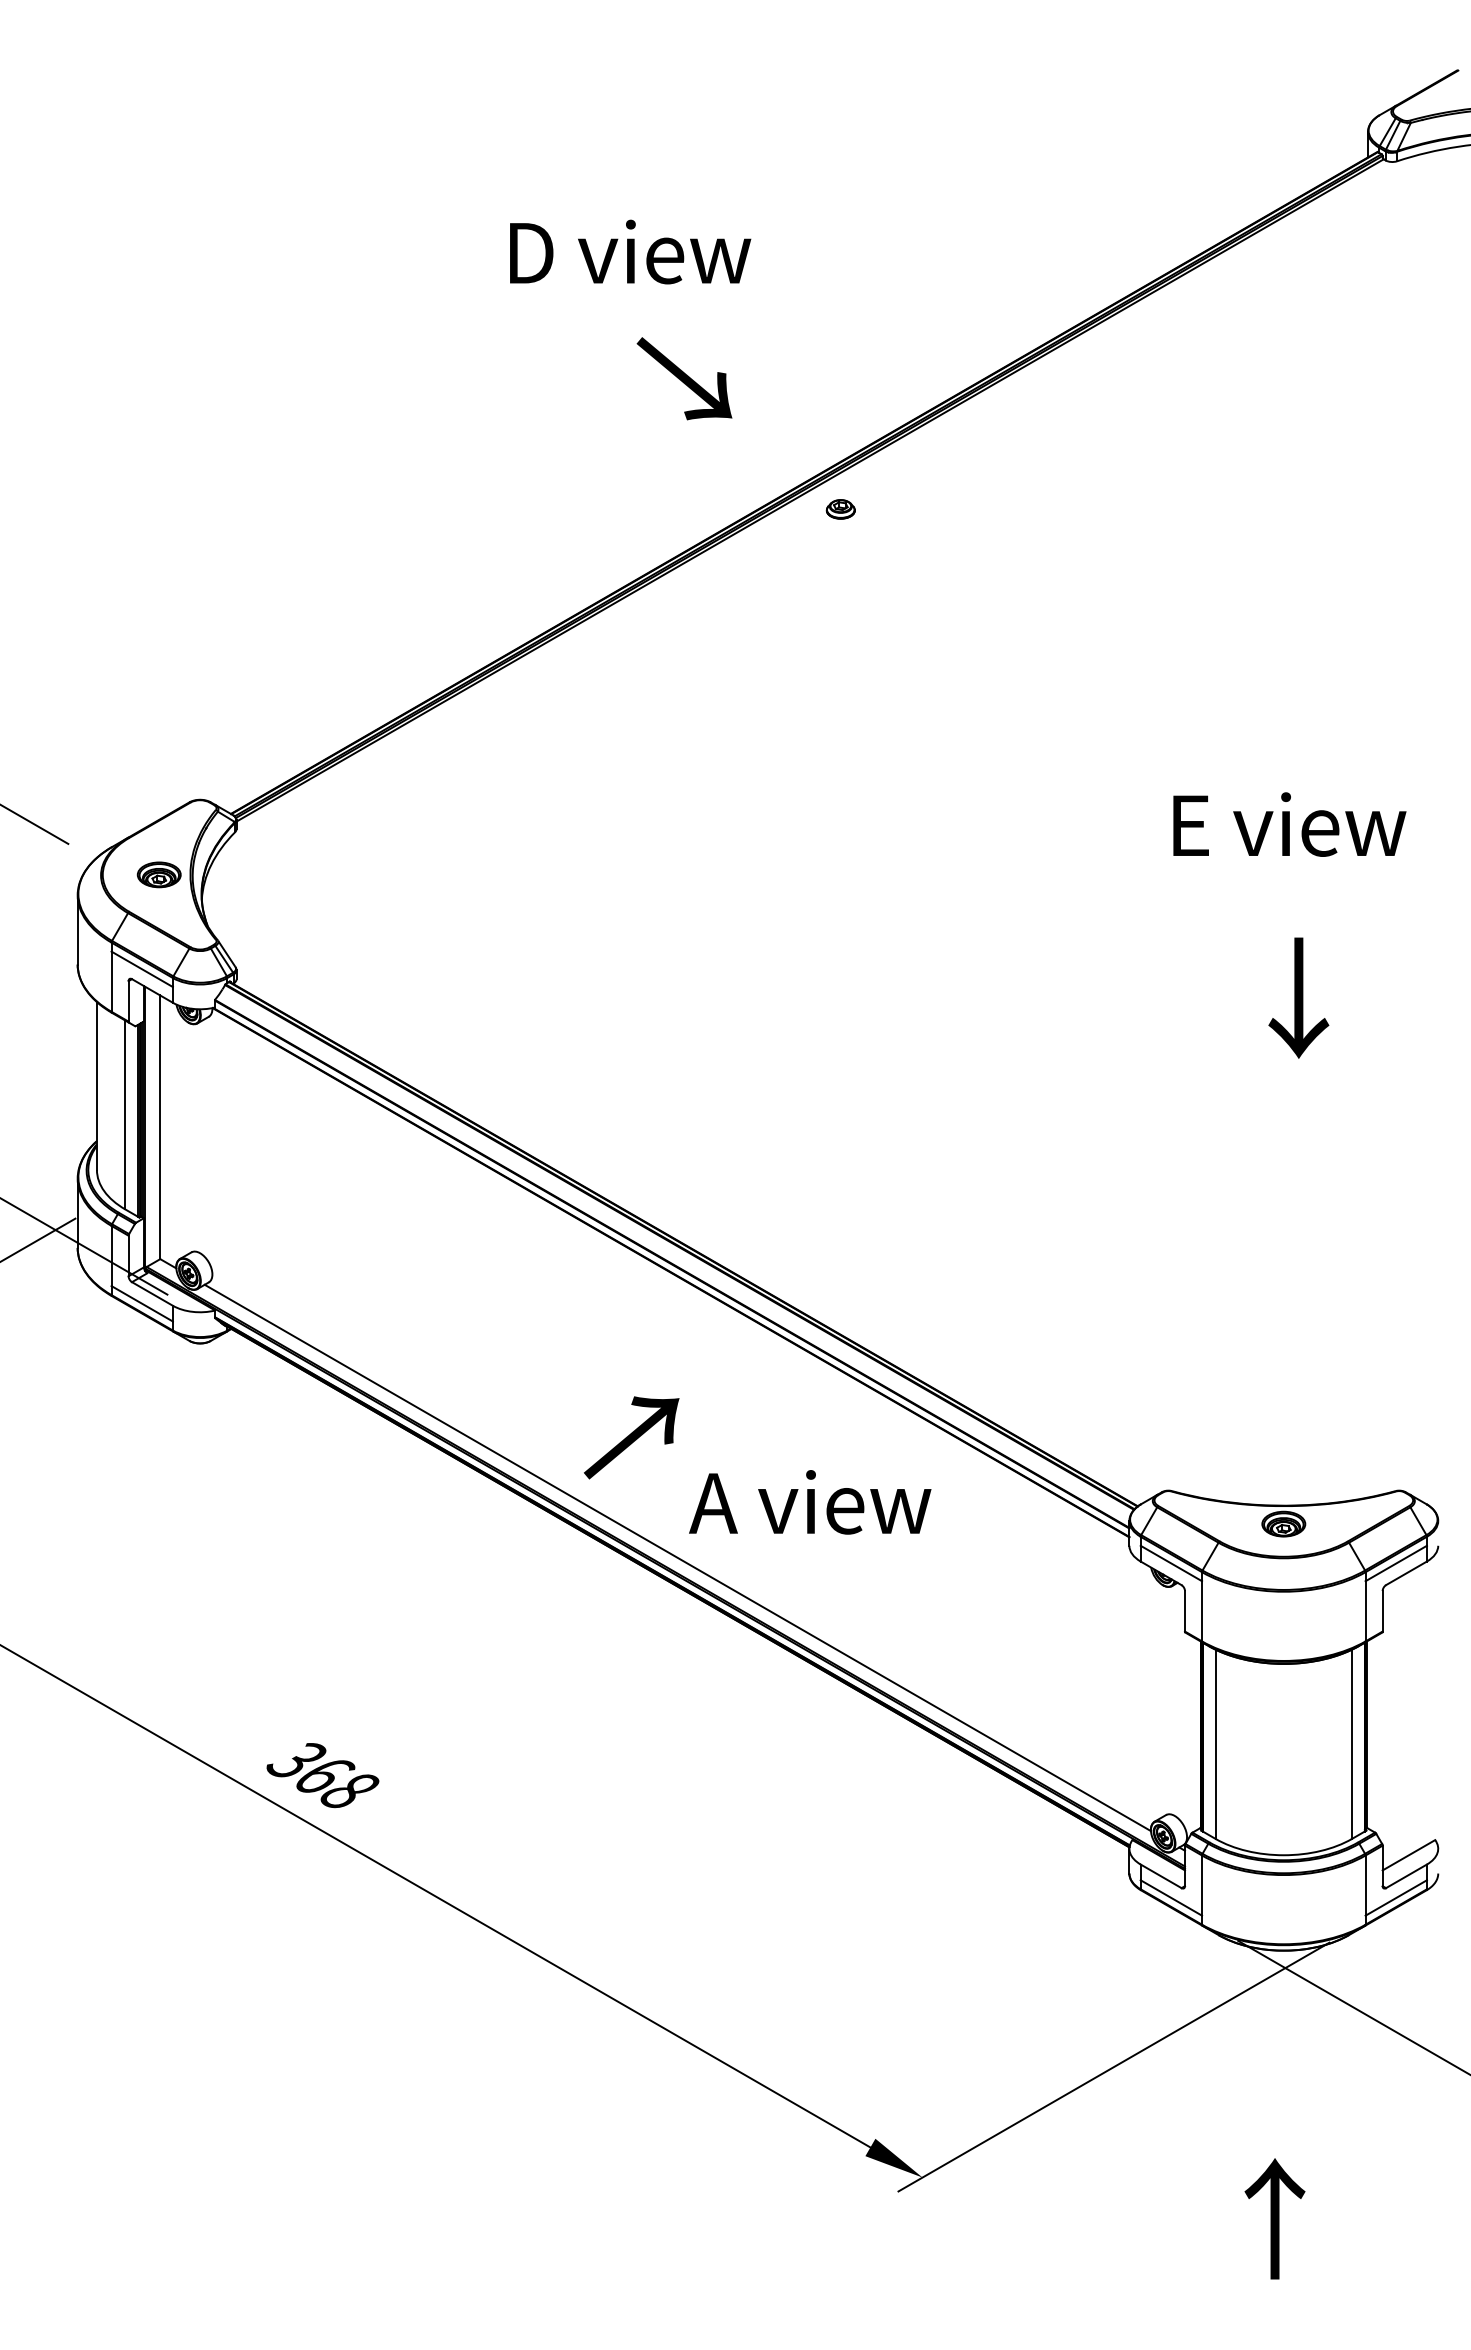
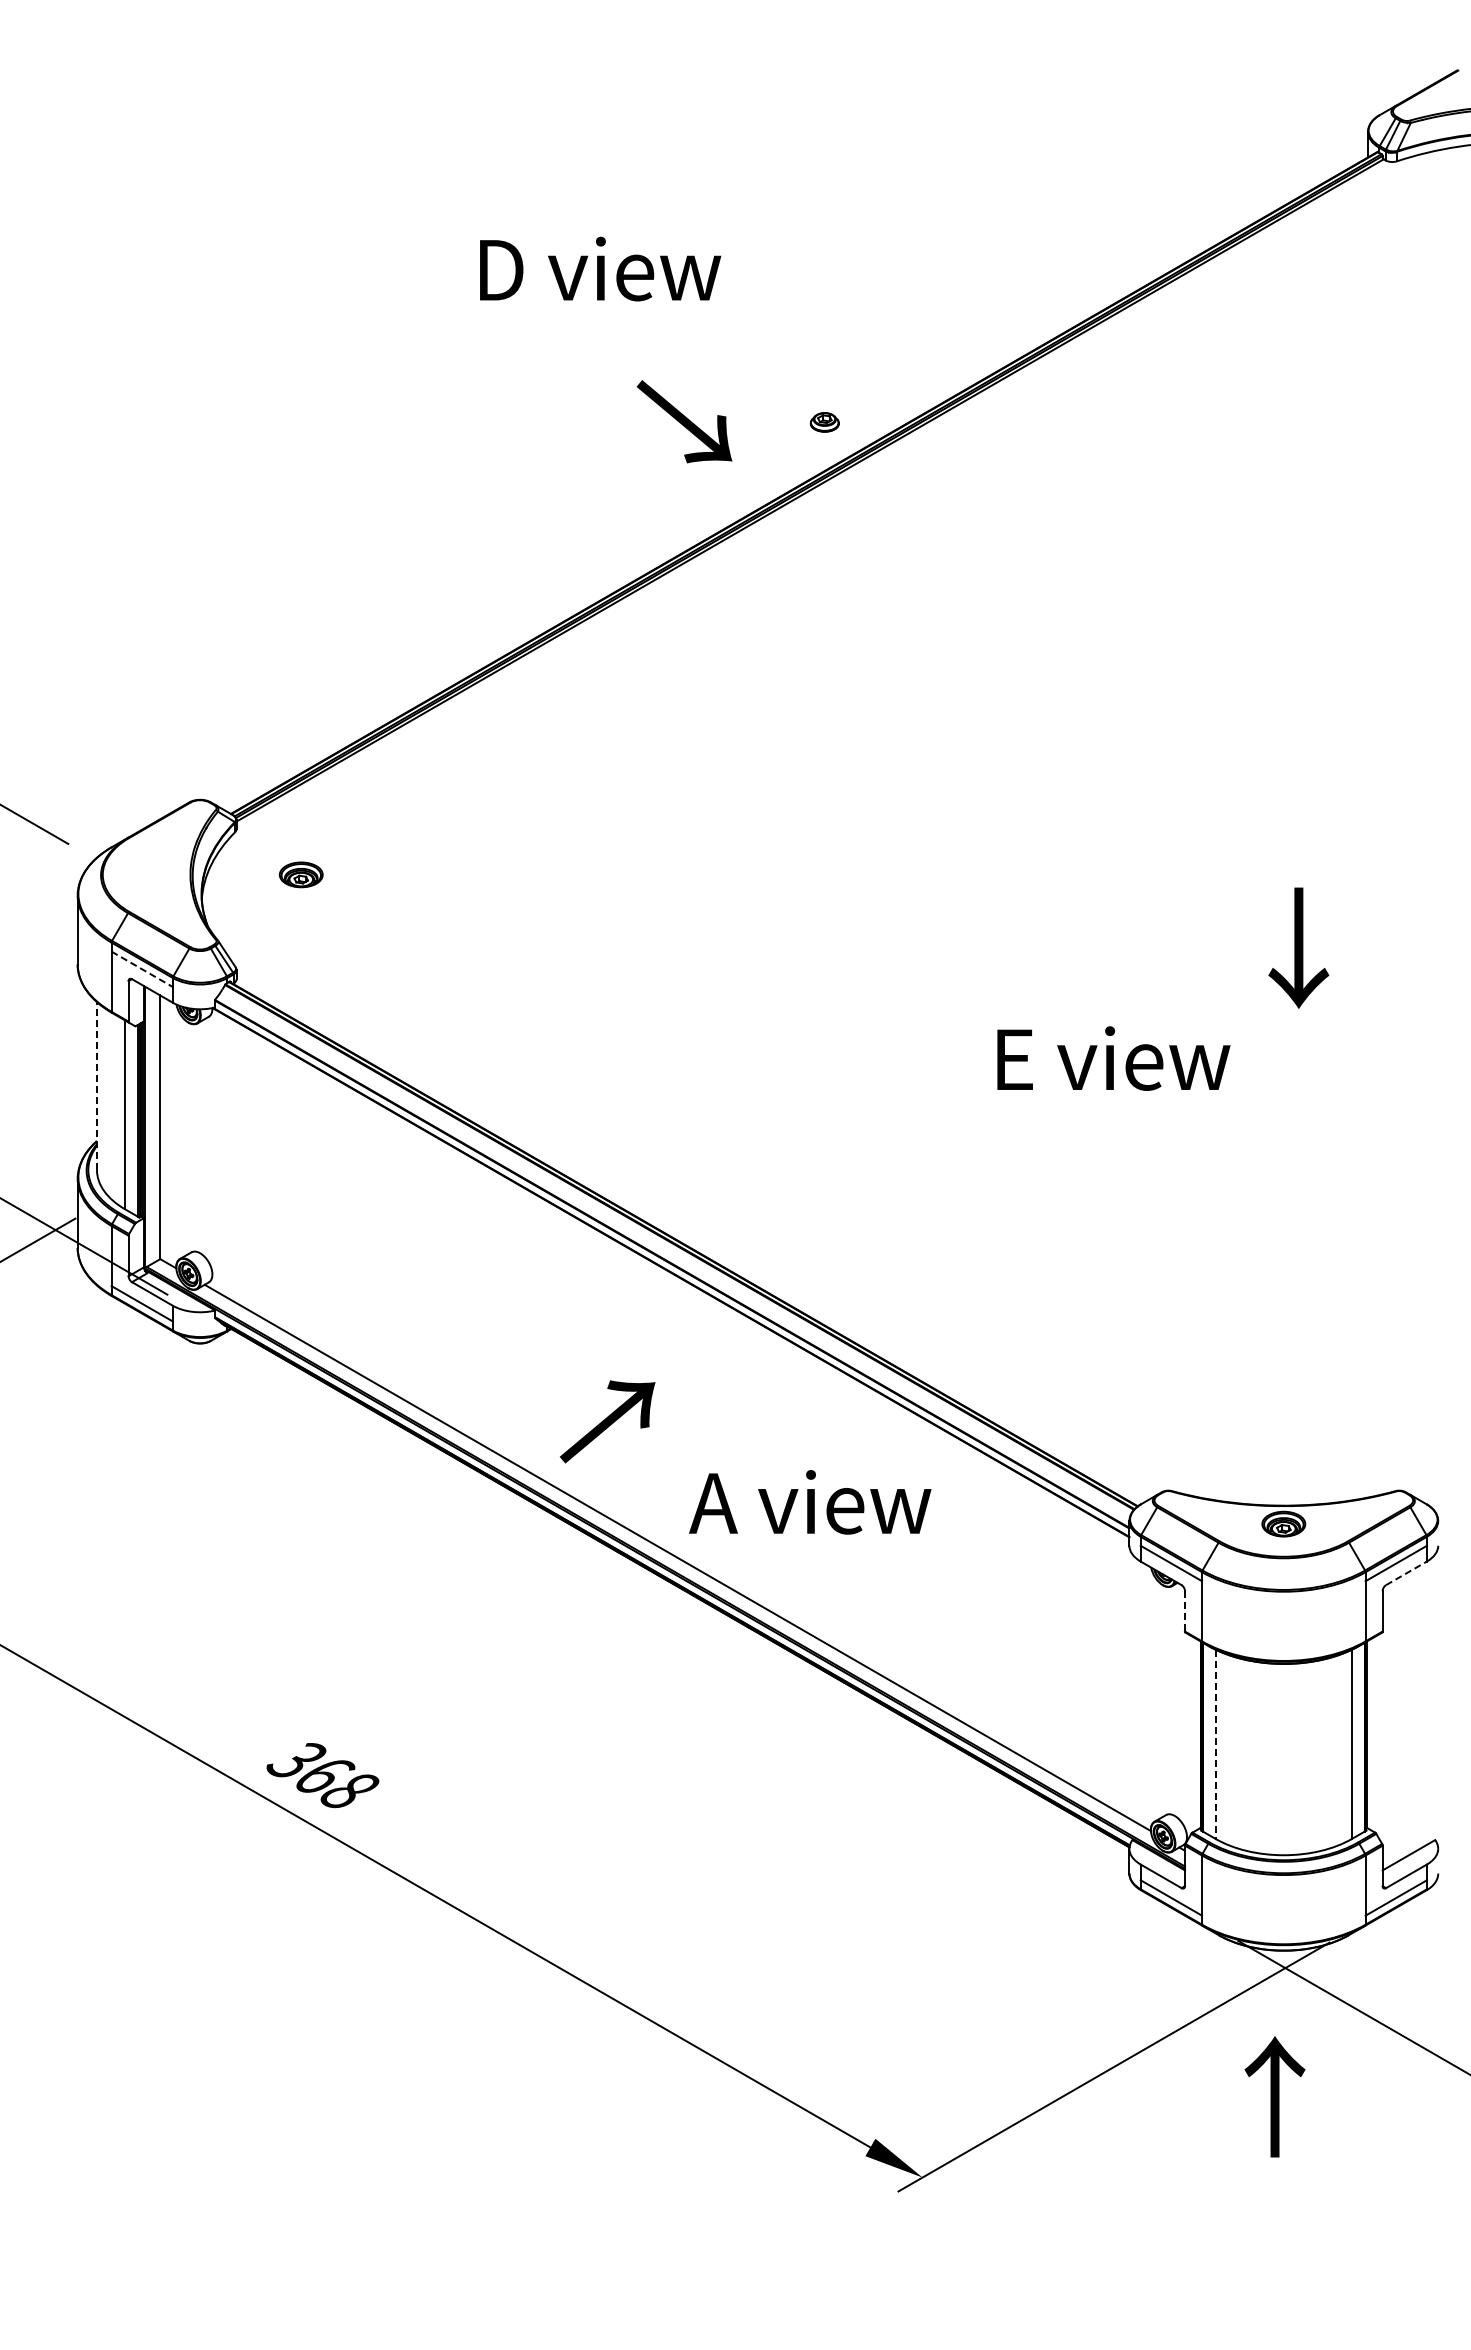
text at (630, 251) position: (630, 251) -> (600, 268)
text at (684, 378) position: (684, 378) -> (684, 421)
part at (840, 509) position: (840, 509) -> (824, 422)
text at (1289, 824) position: (1289, 824) -> (1113, 1058)
part at (158, 874) position: (158, 874) -> (300, 874)
line at (142, 969): solid -> dashed
text at (1298, 997) position: (1298, 997) -> (1298, 947)
line at (96, 1086): solid -> dashed
text at (631, 1437) position: (631, 1437) -> (607, 1421)
line at (1406, 1573): solid -> dashed
line at (1185, 1611): solid -> dashed
line at (1215, 1744): solid -> dashed
text at (1274, 2218) position: (1274, 2218) -> (1274, 2096)
